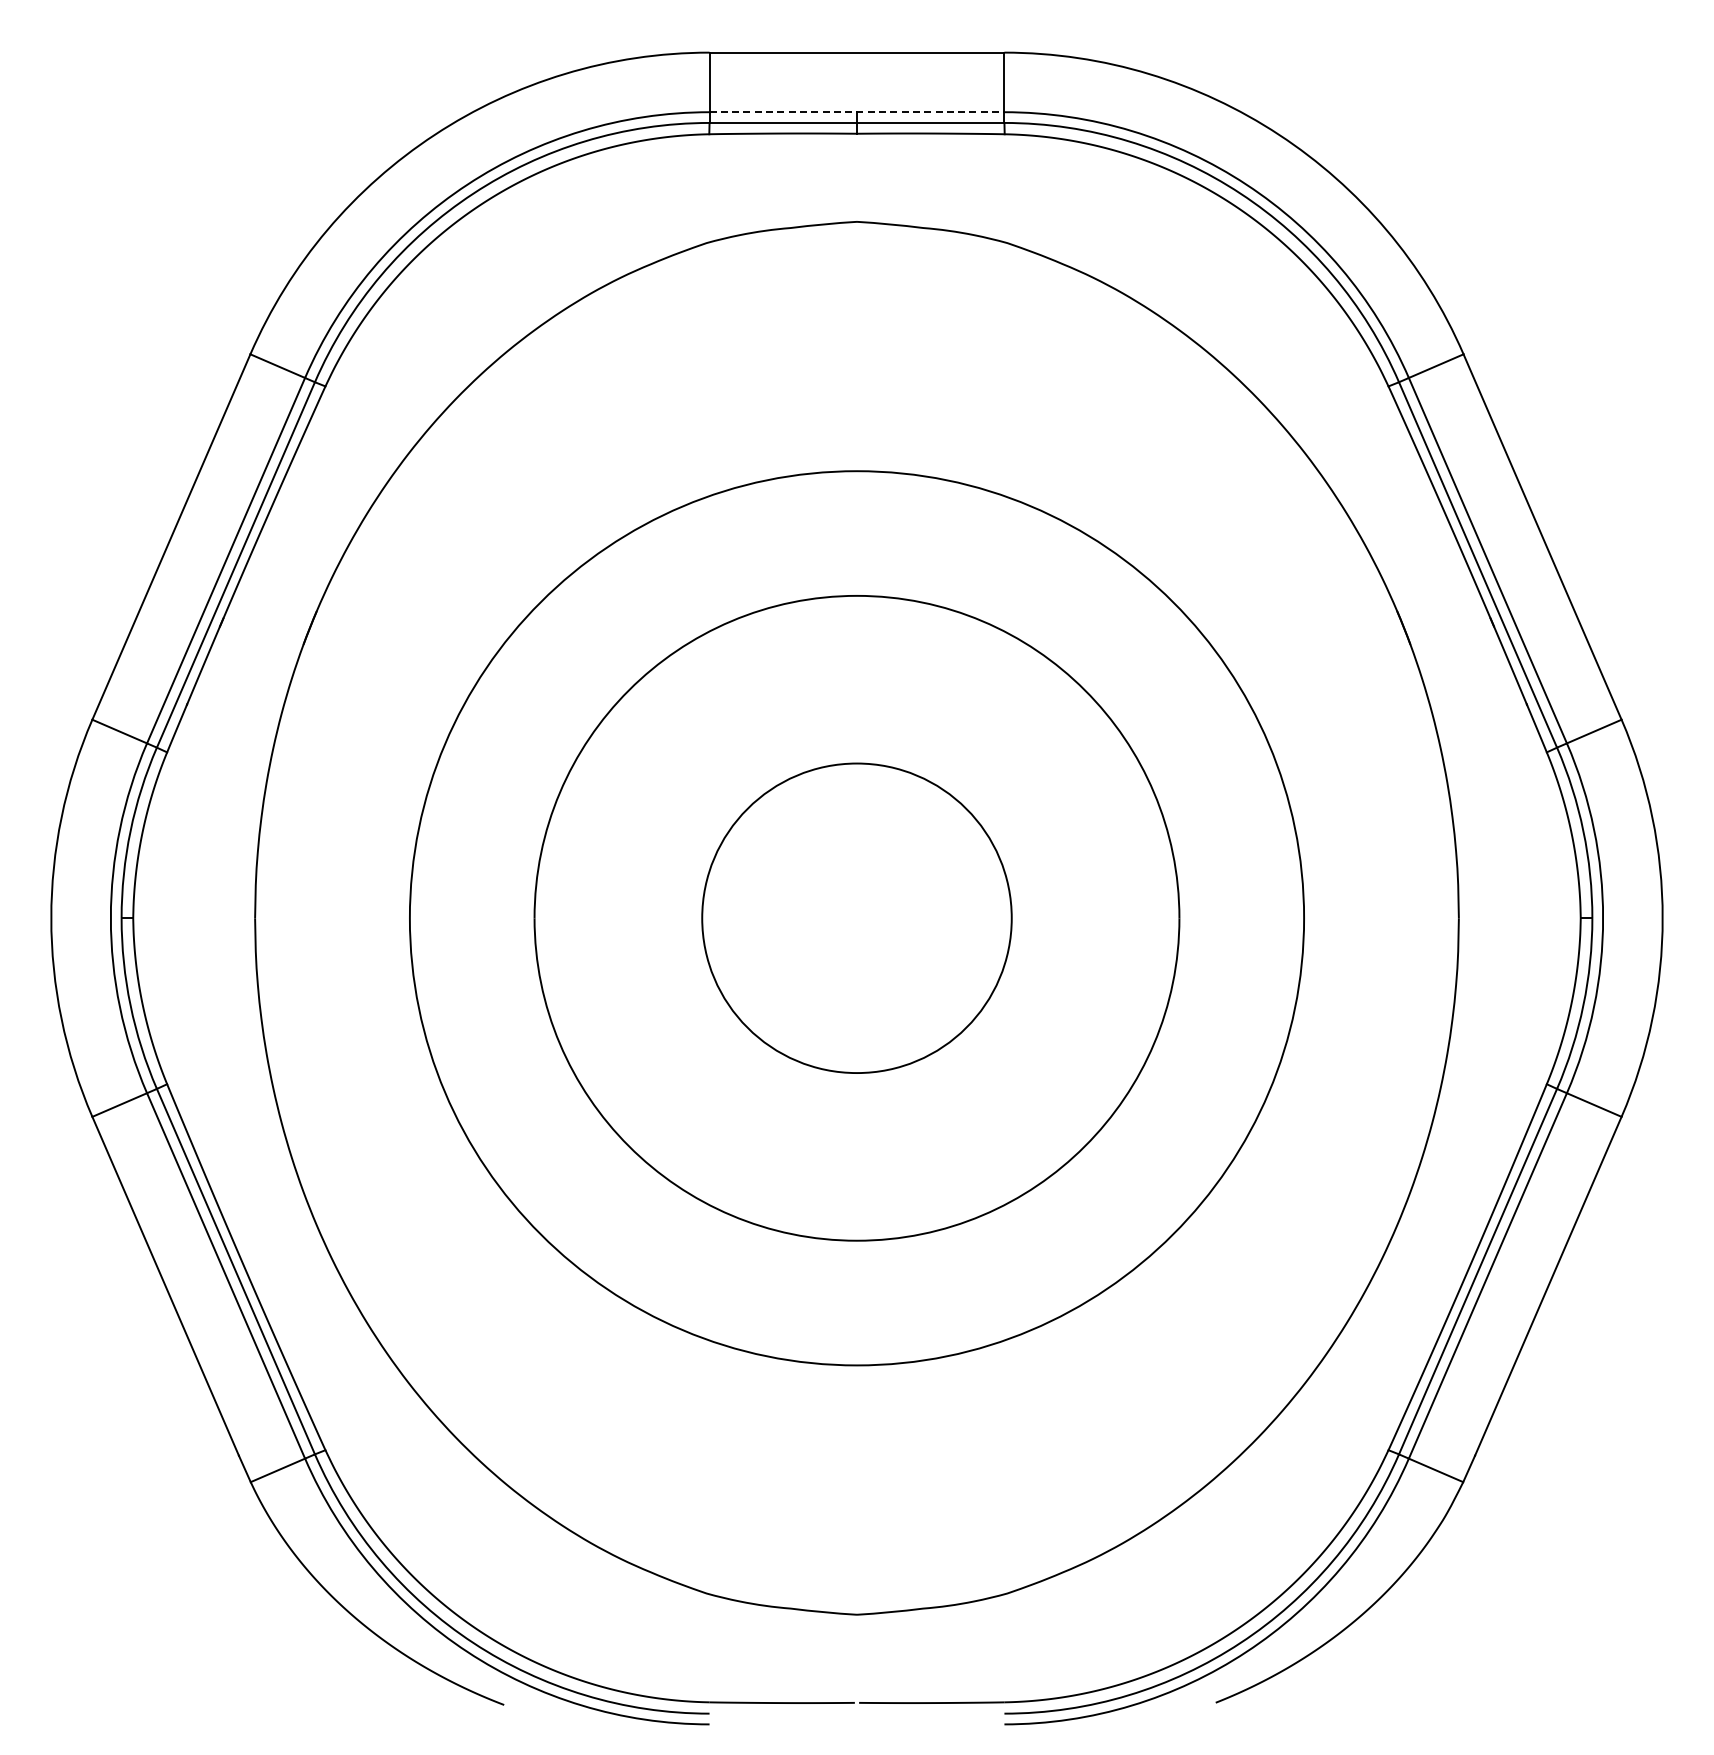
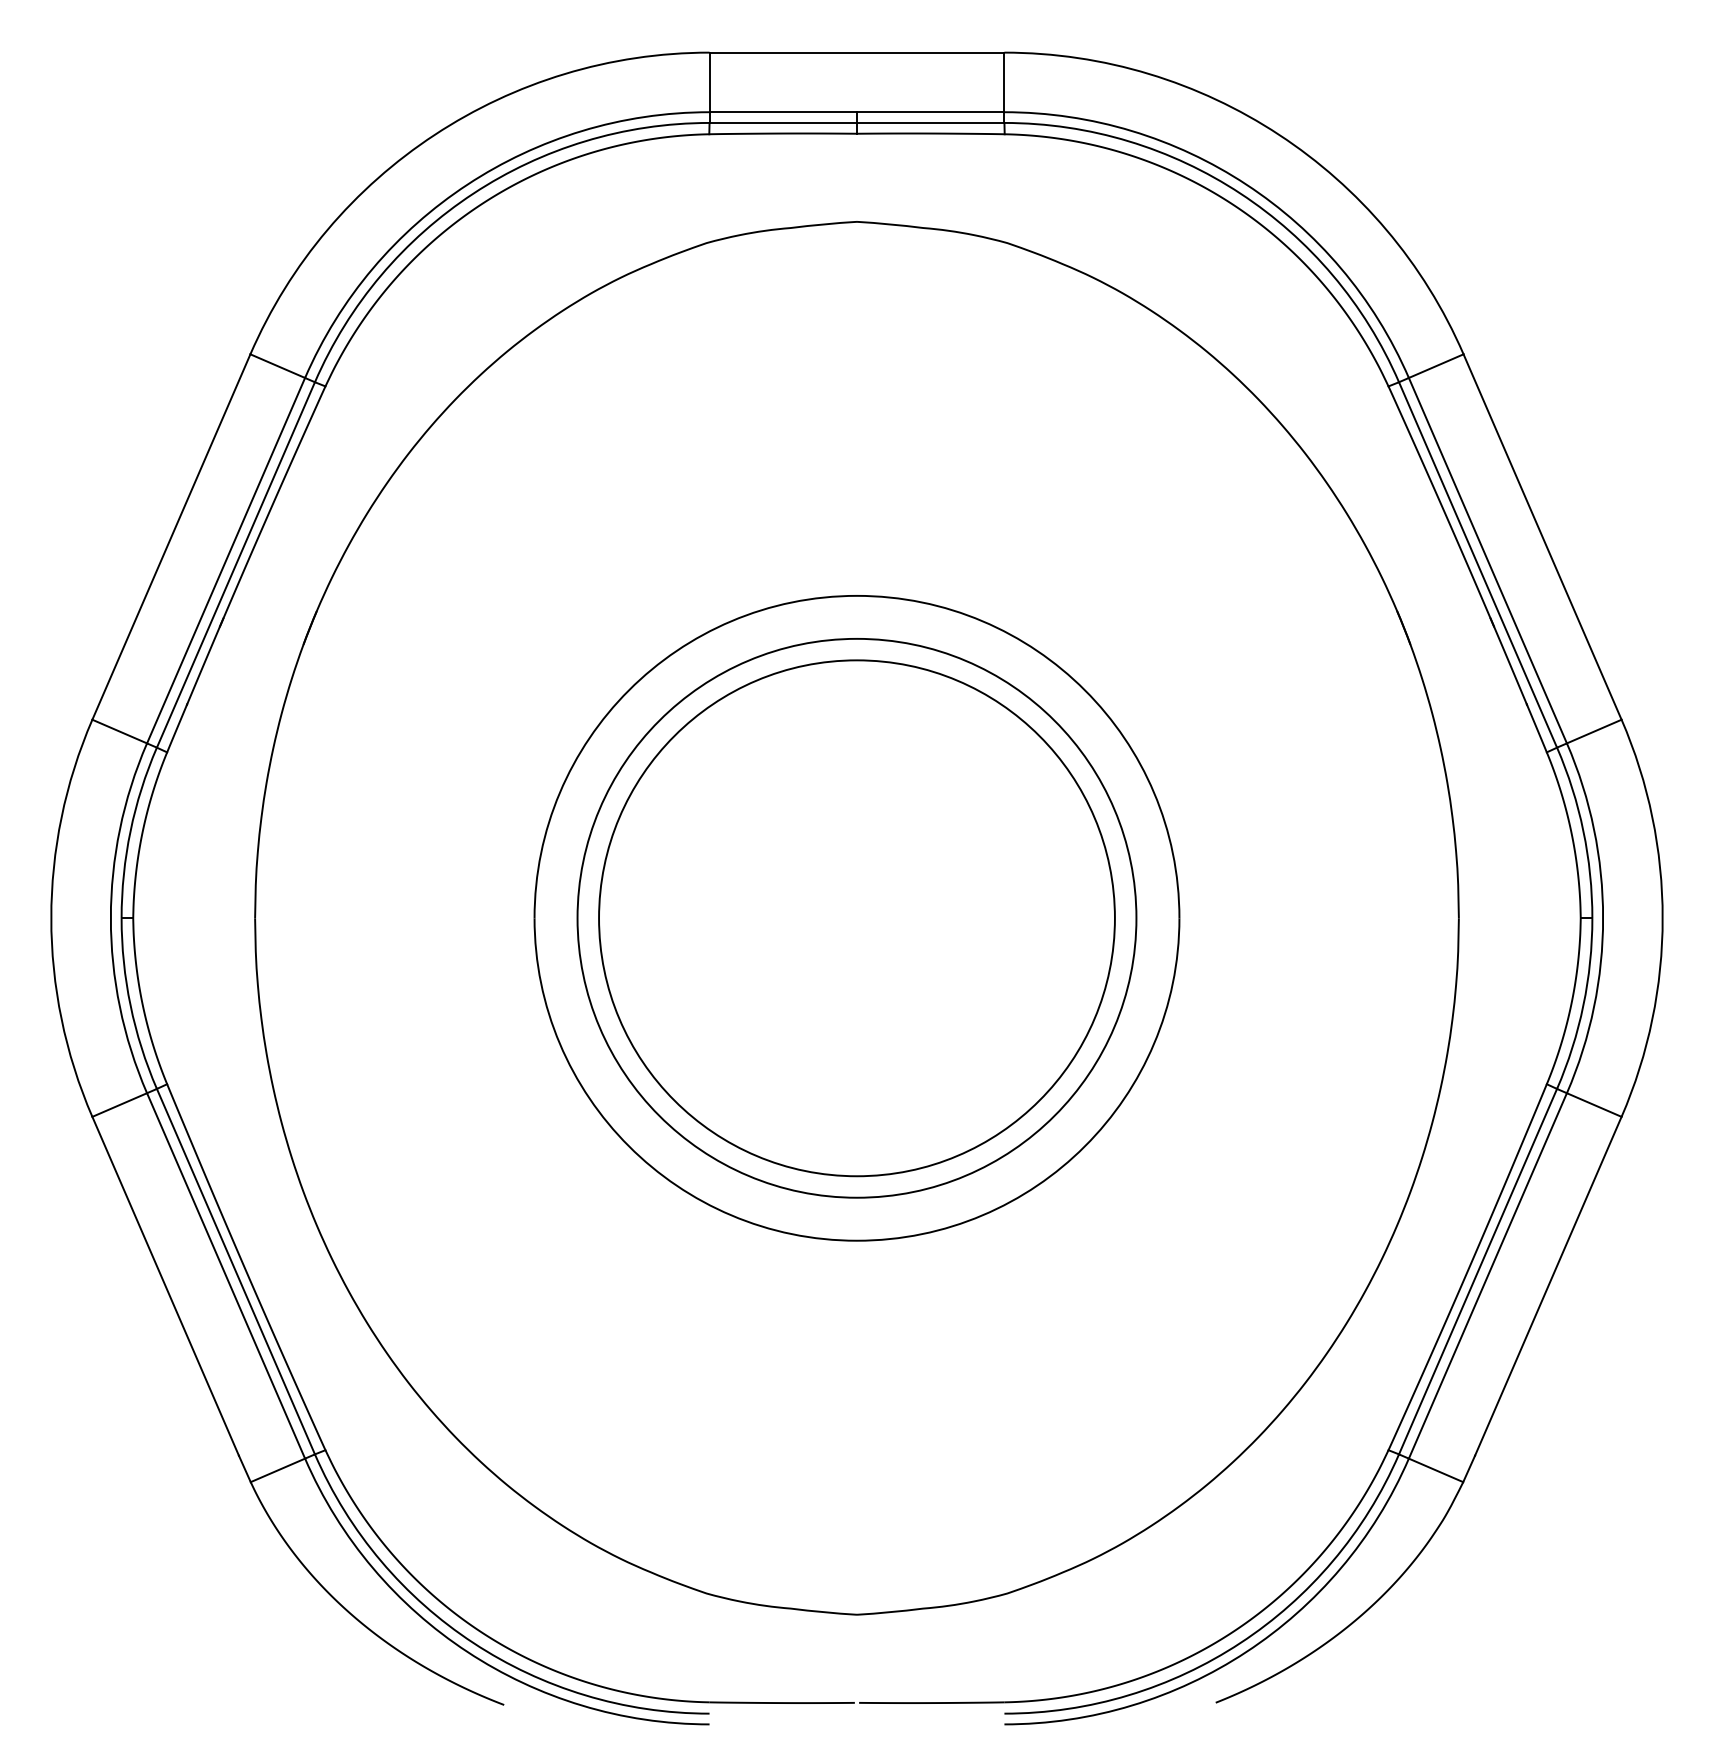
line at (857, 112): dashed -> solid
circle at (856, 918) diameter: 310 px -> 516 px
circle at (856, 918) diameter: 894 px -> 559 px
